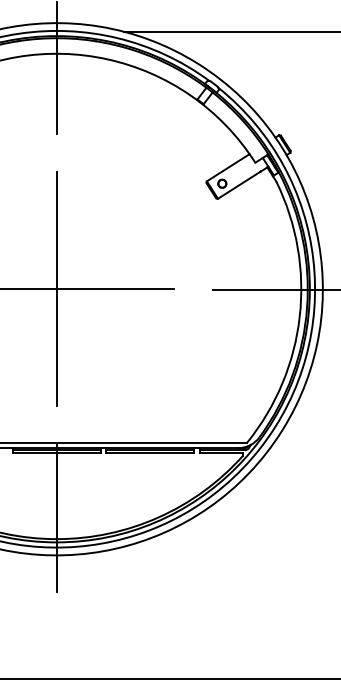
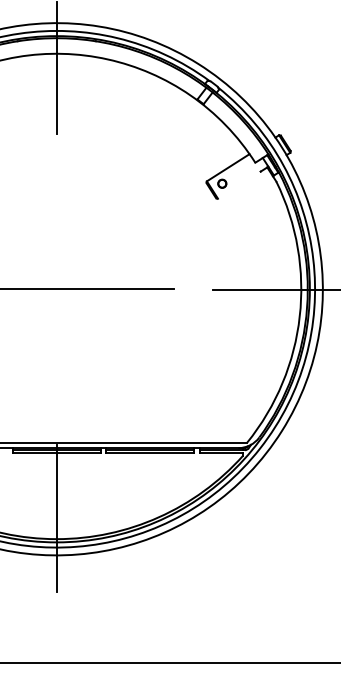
line at (230, 32): present -> none
line at (239, 184): present -> none
line at (56, 289): present -> none
line at (169, 678) position: (169, 678) -> (169, 662)
